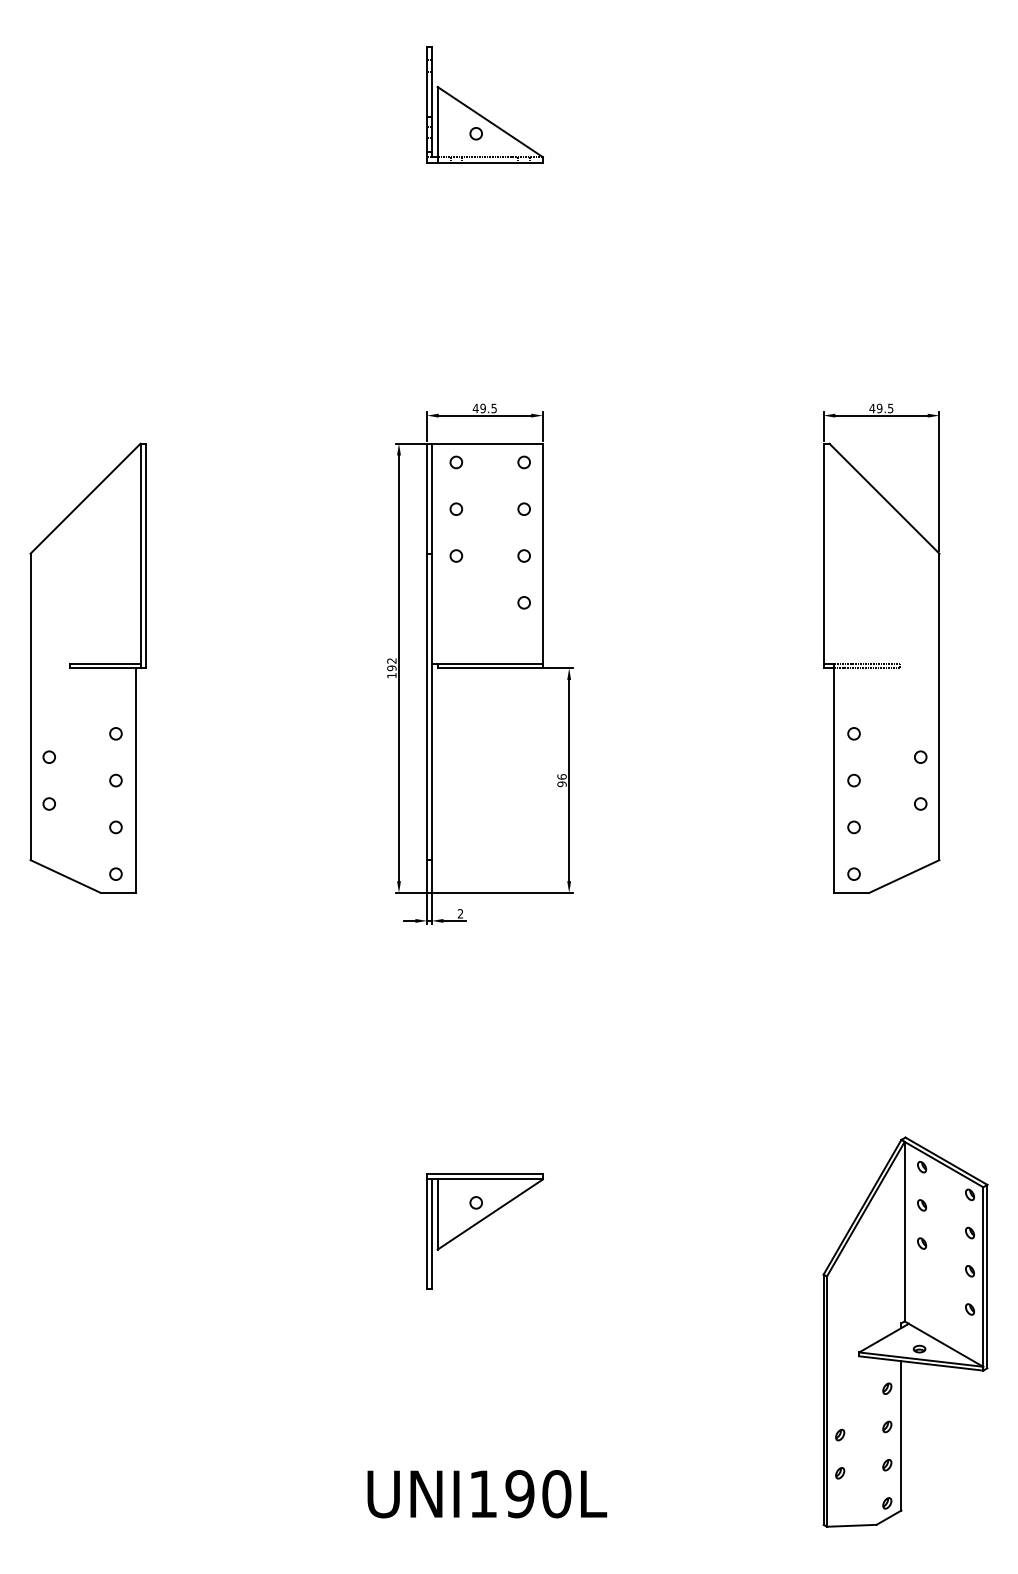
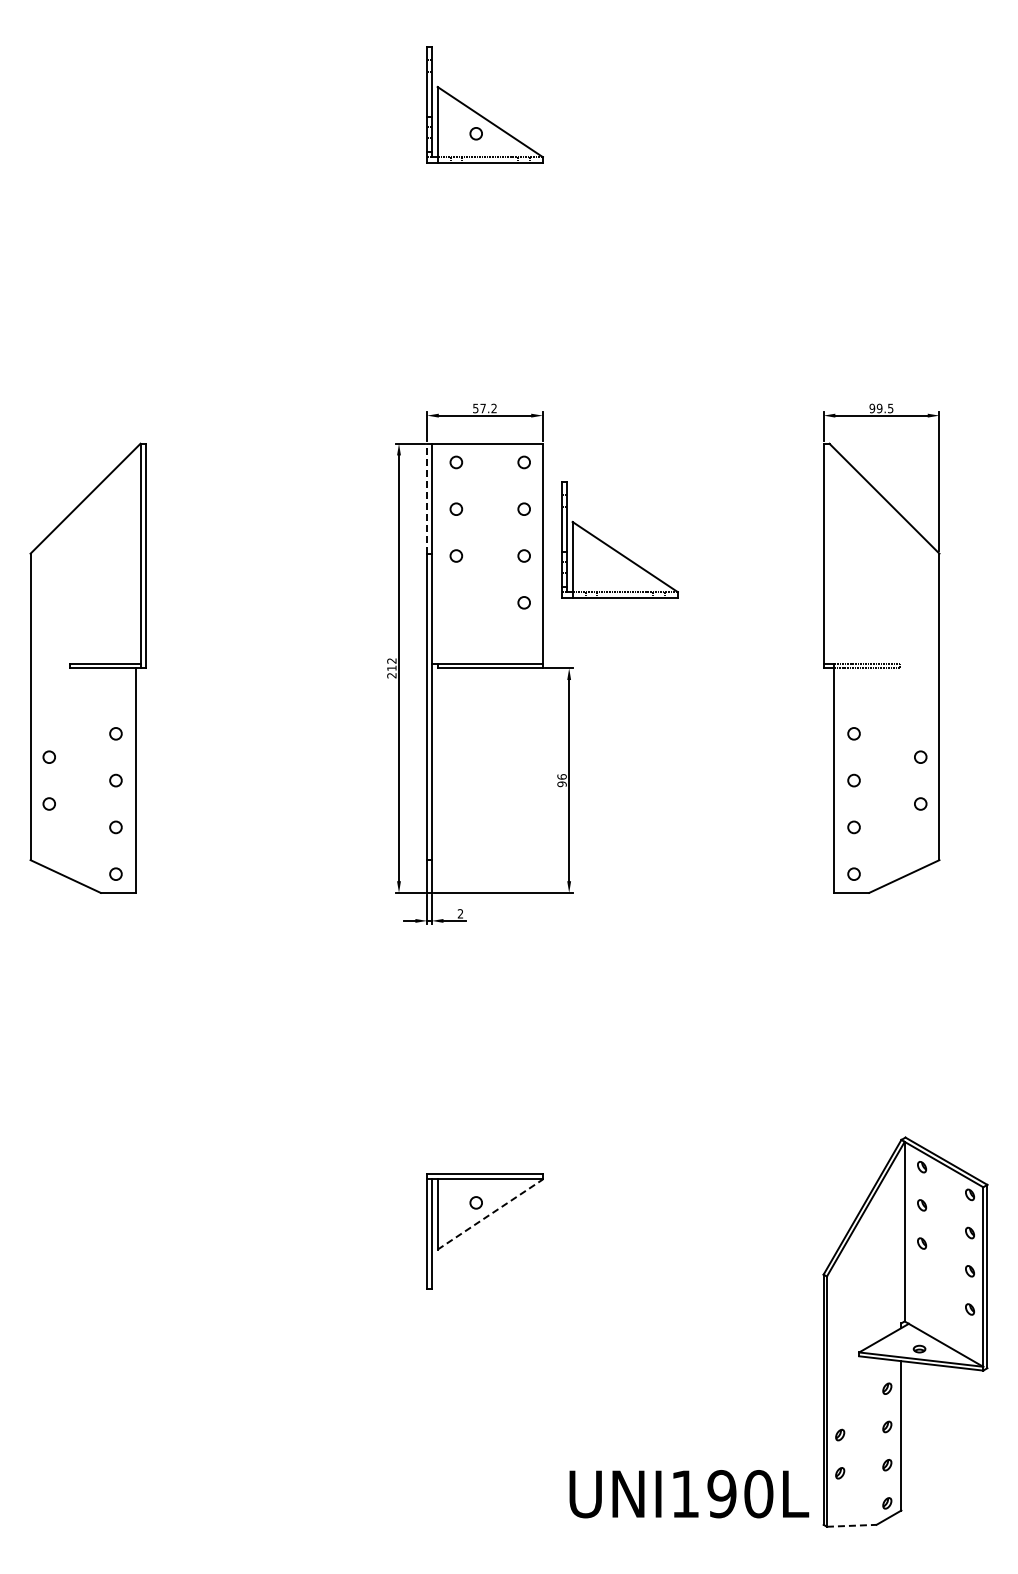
text at (484, 408): 49.5 -> 57.2
text at (872, 408): 49.5 -> 99.5
line at (427, 498): solid -> dashed
part at (614, 548): none -> present
text at (391, 671): 192 -> 212
line at (490, 1214): solid -> dashed
text at (487, 1494) position: (487, 1494) -> (689, 1494)
line at (851, 1525): solid -> dashed
